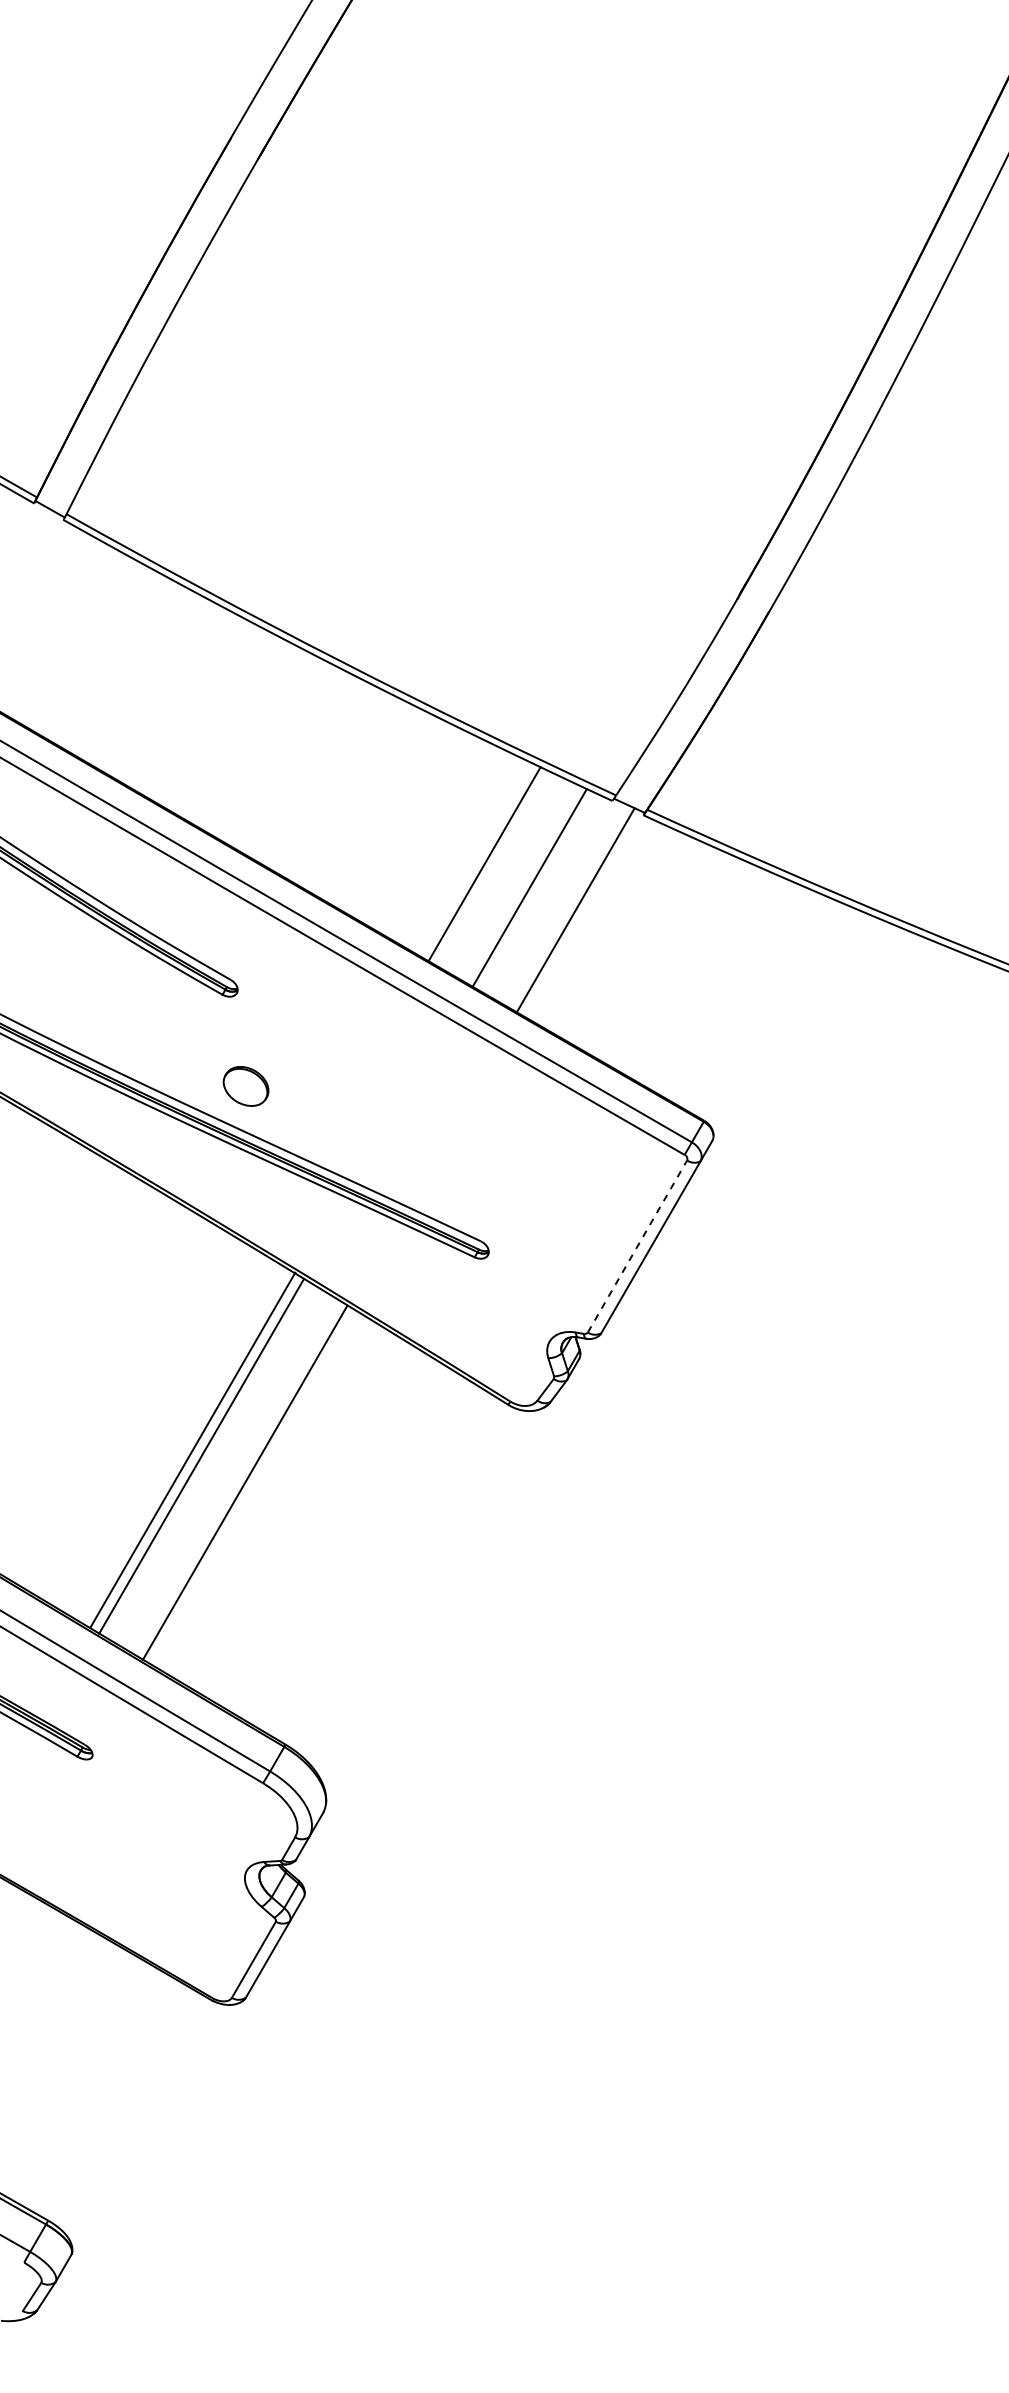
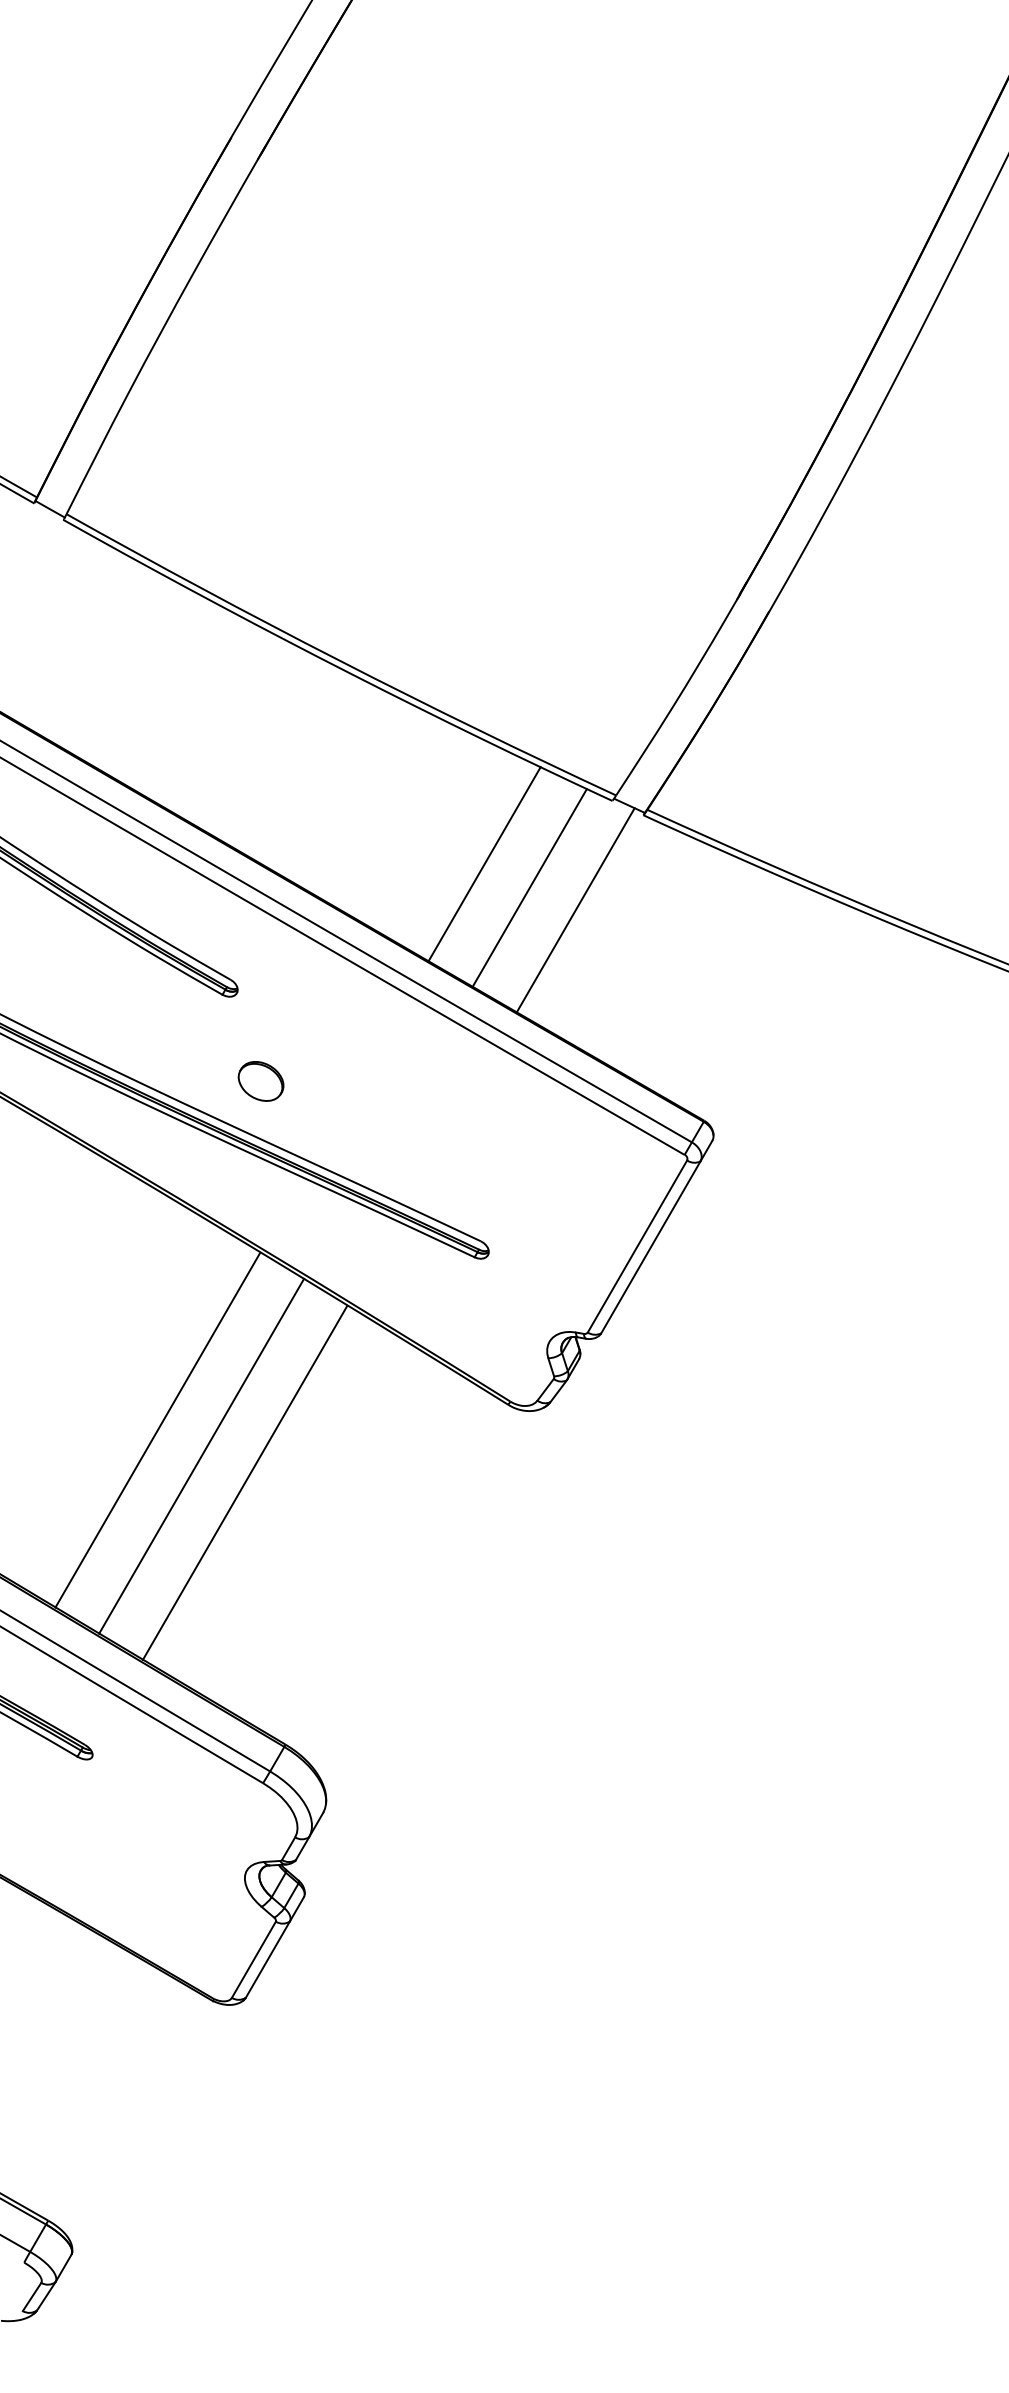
part at (245, 1086) position: (245, 1086) -> (260, 1081)
line at (637, 1246): dashed -> solid
line at (192, 1449) position: (192, 1449) -> (157, 1429)
